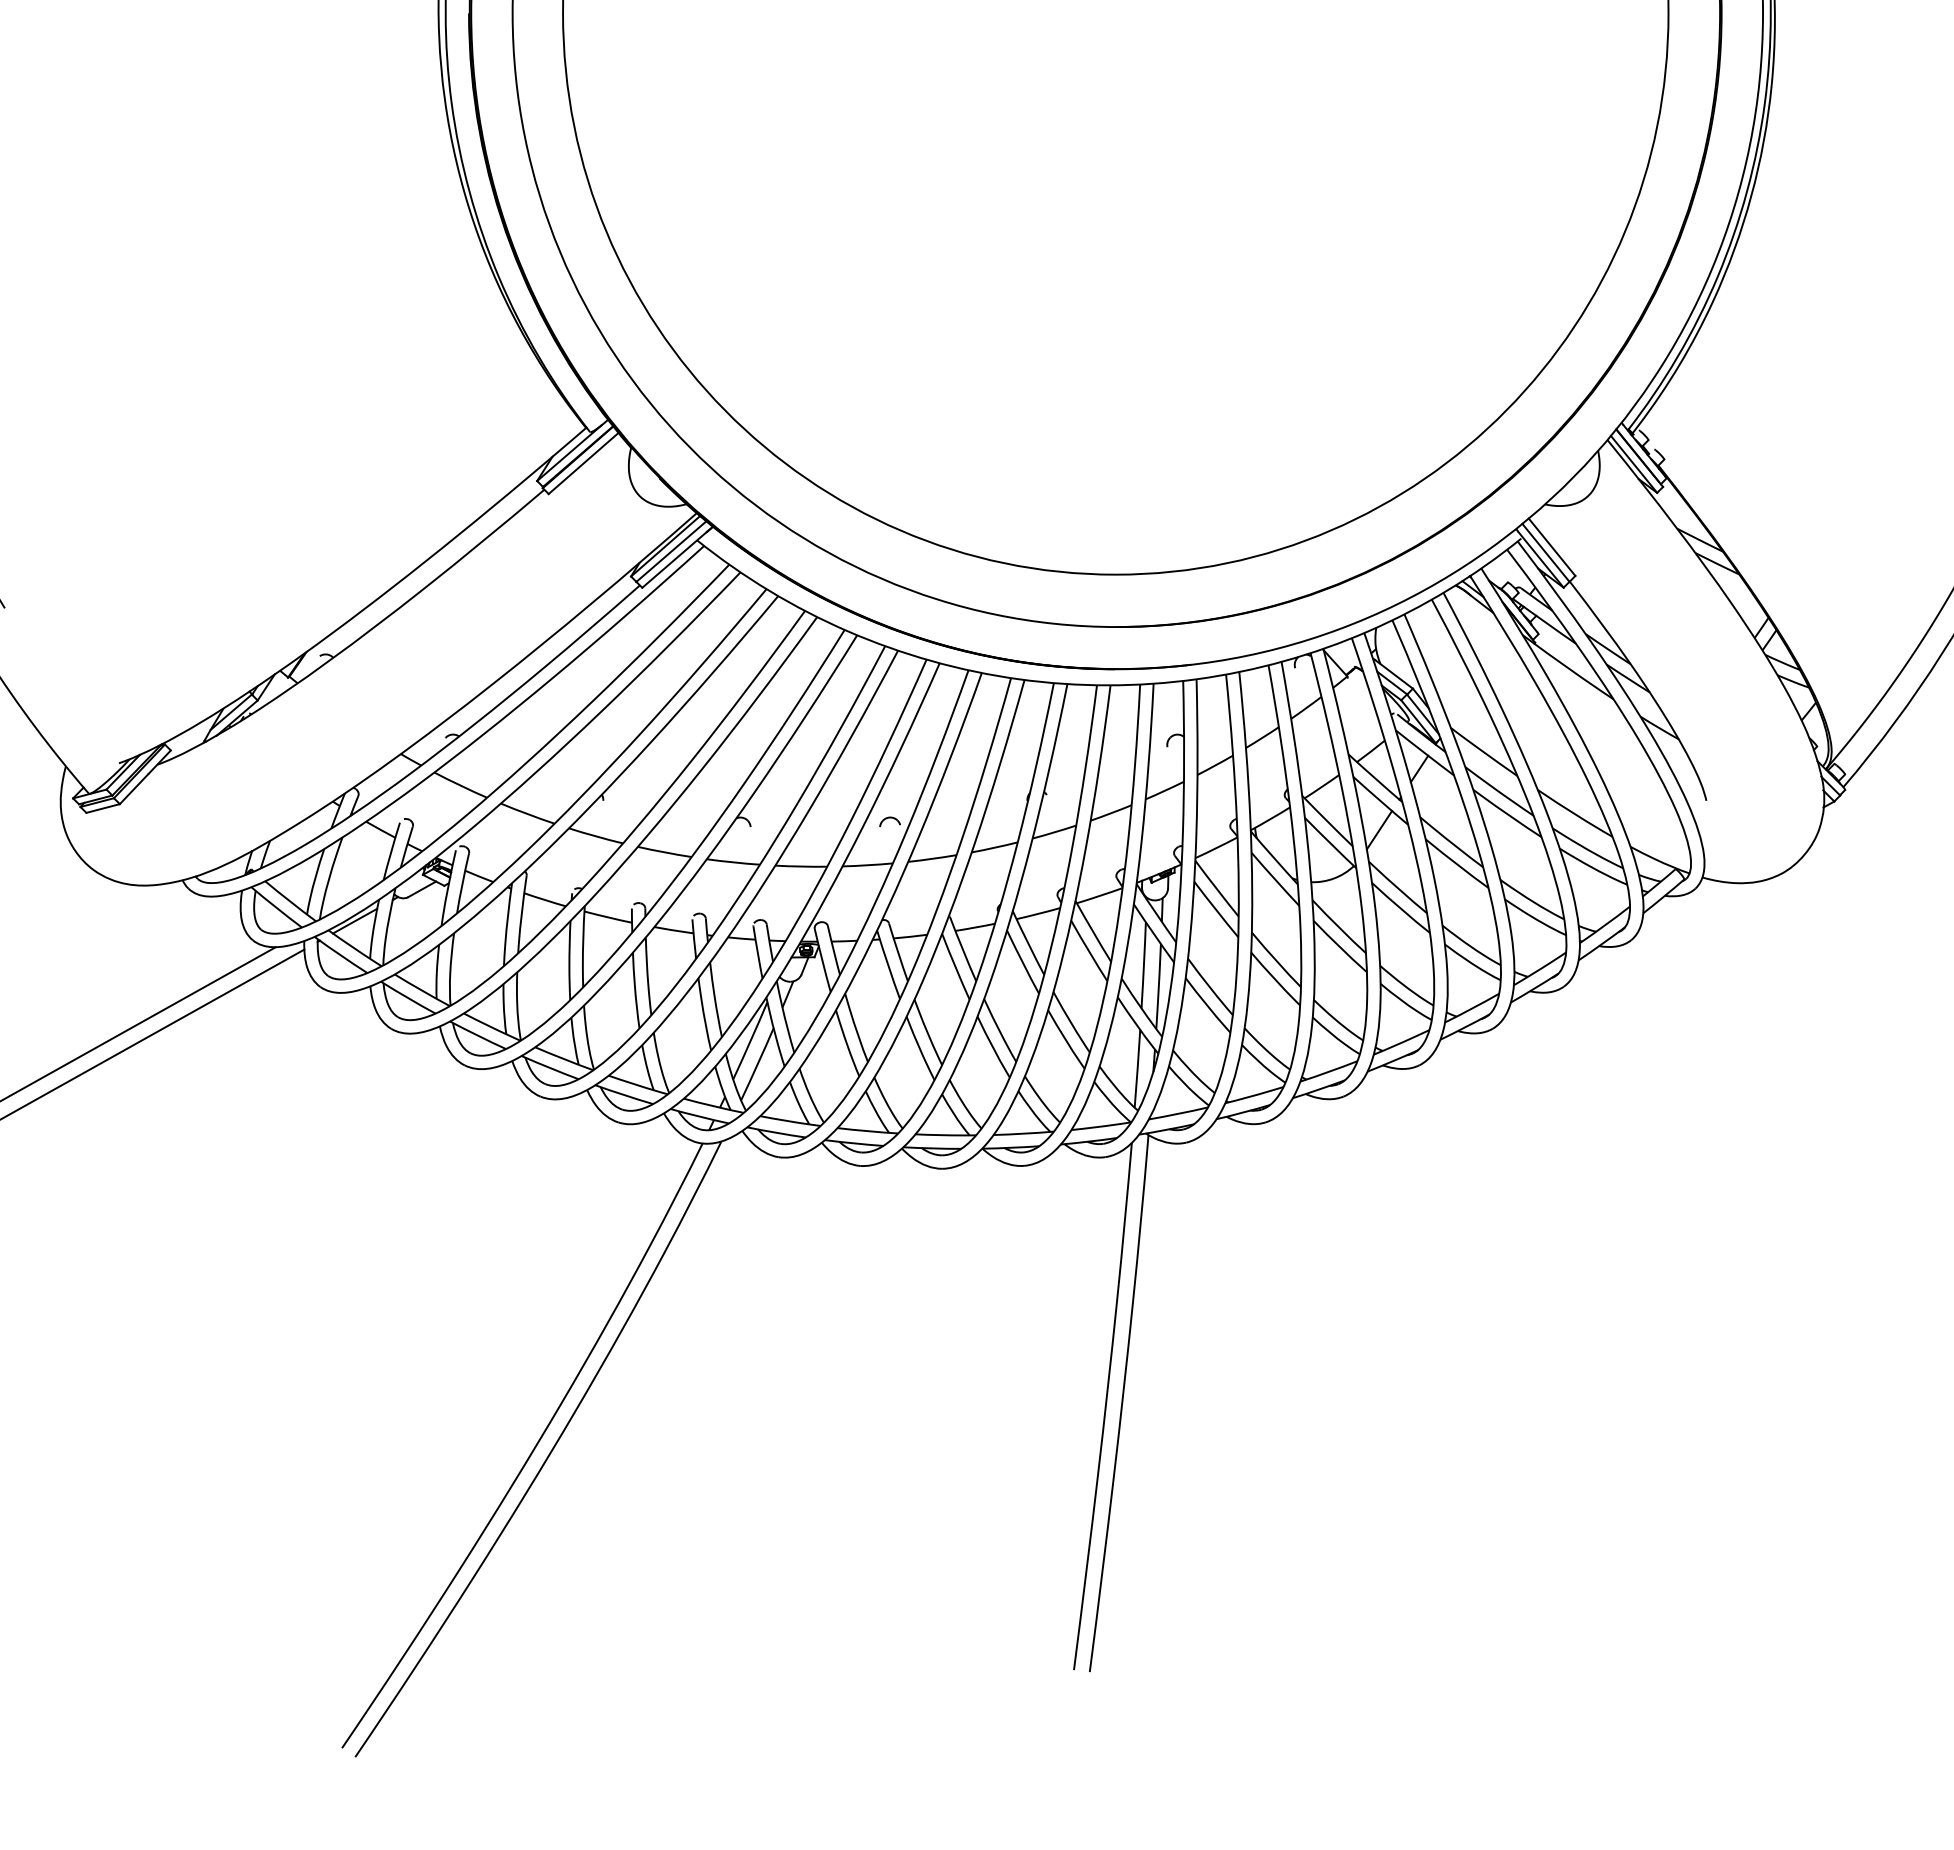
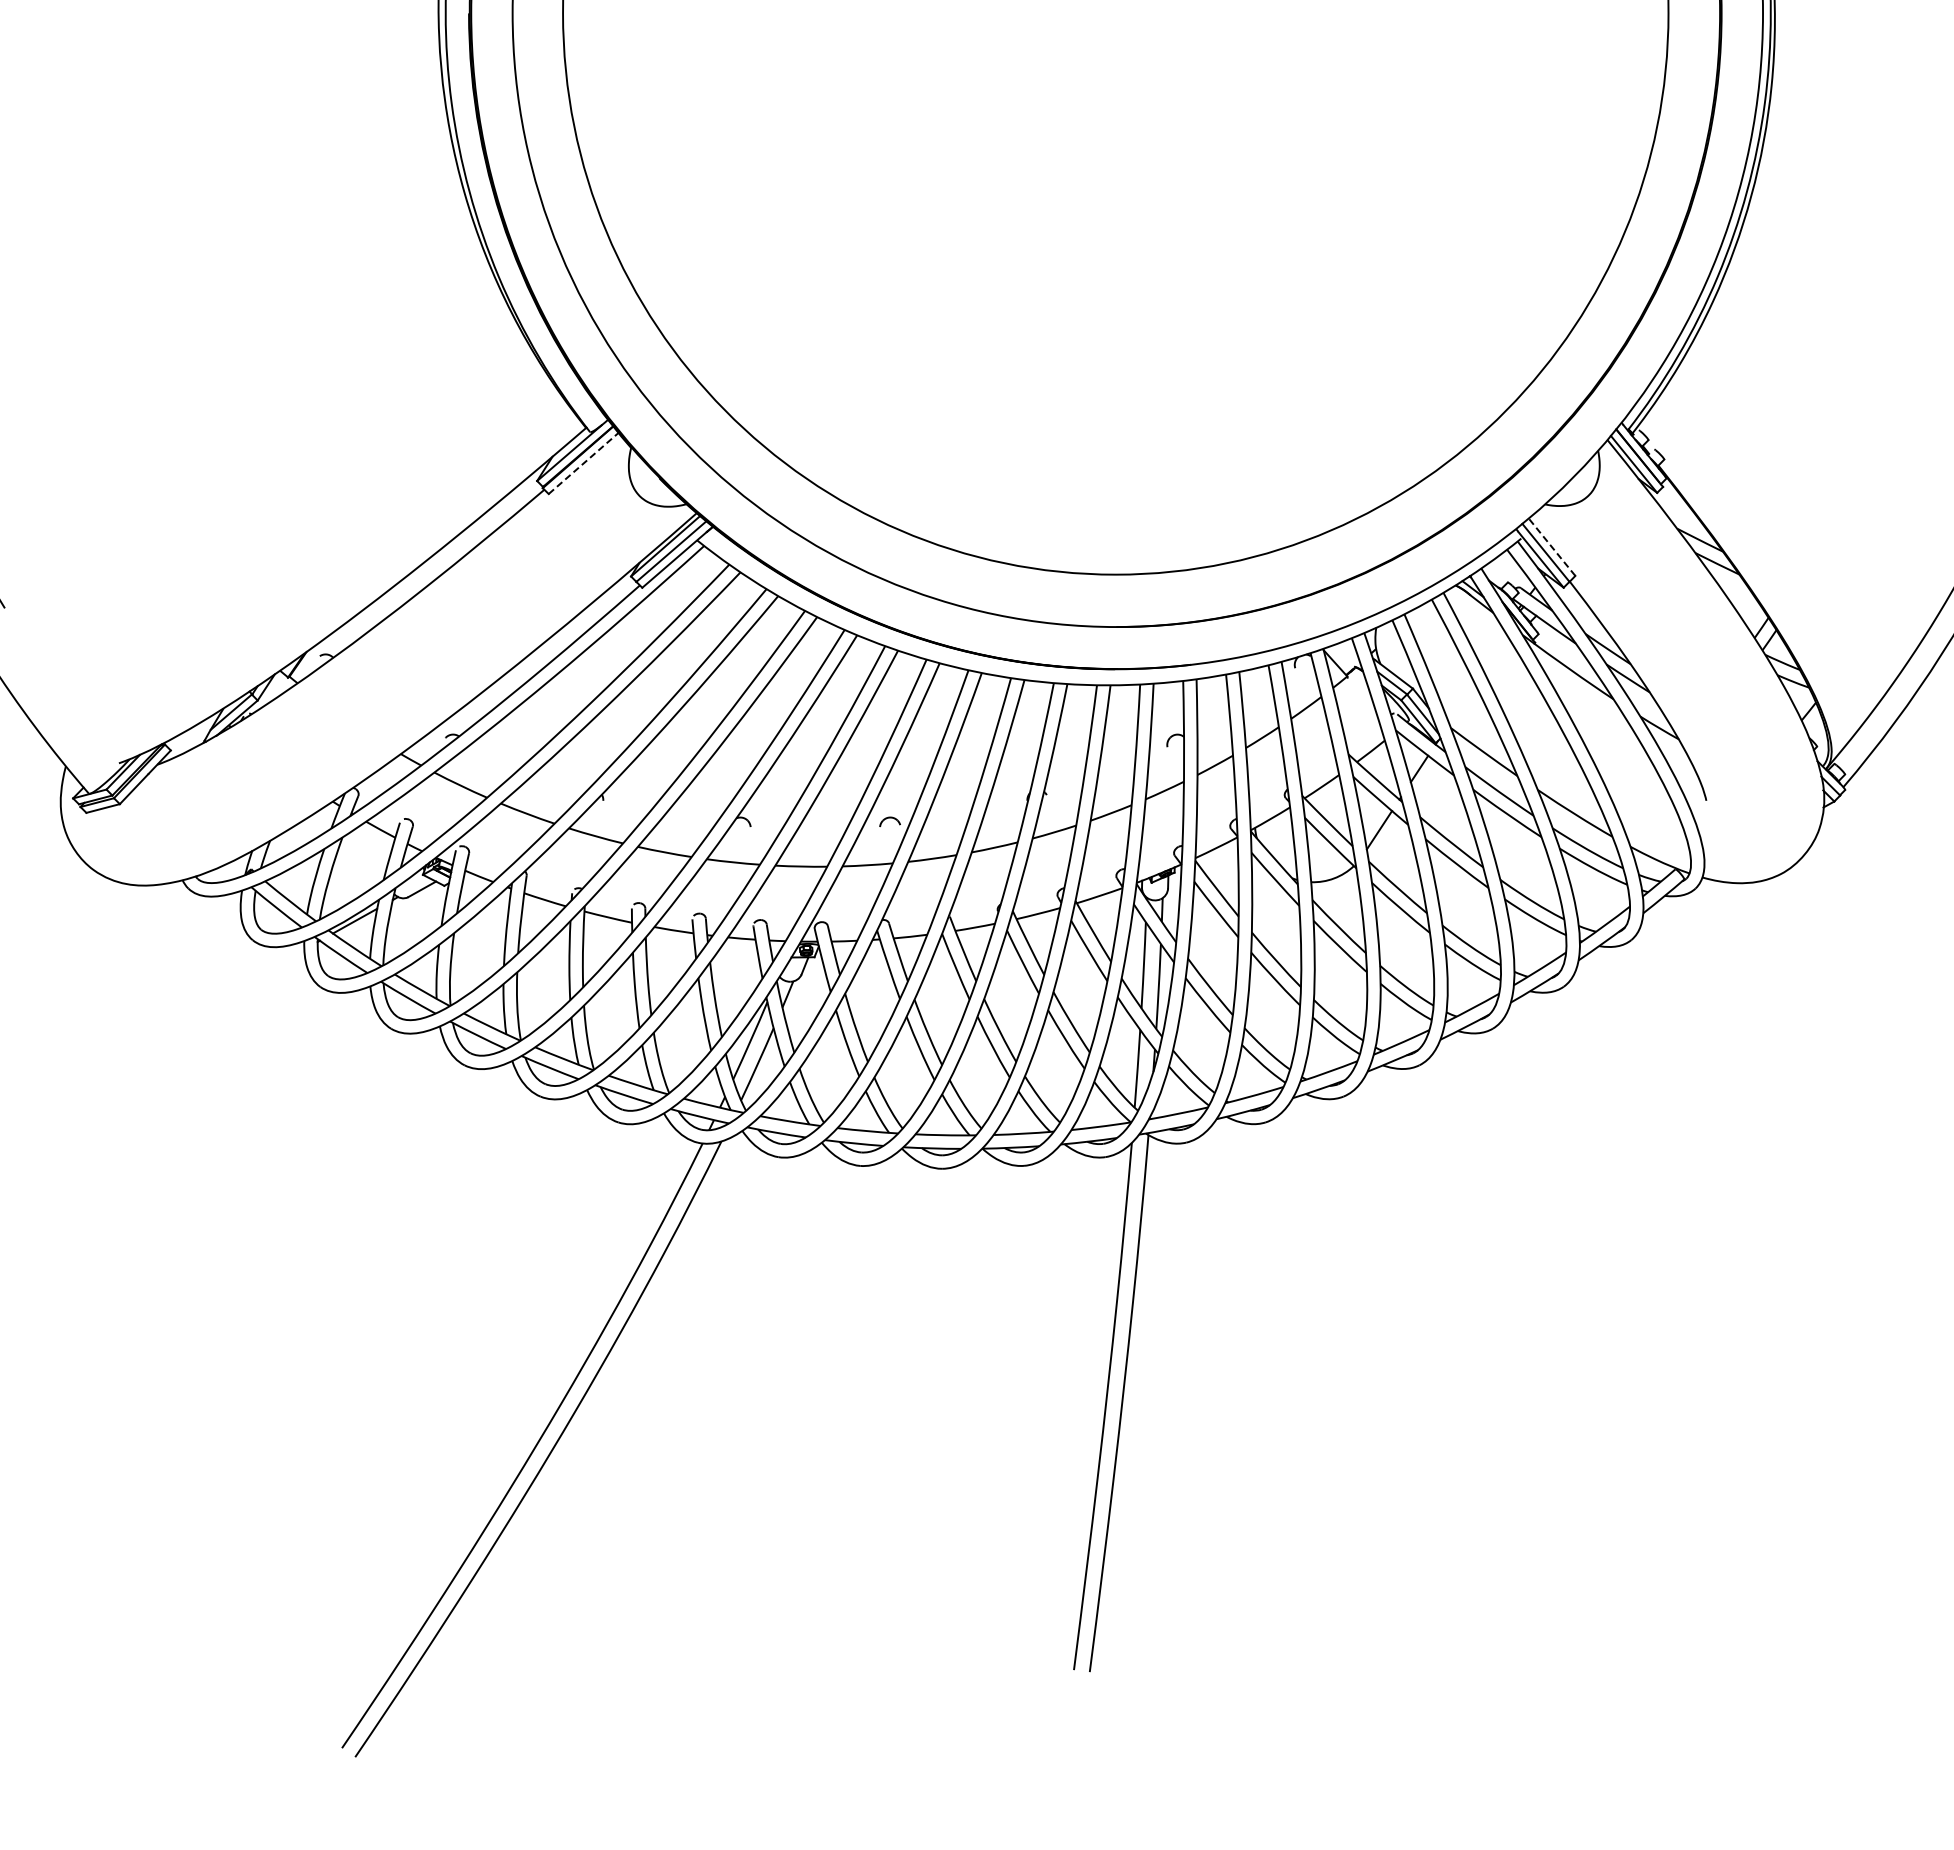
line at (583, 463): solid -> dashed
line at (1552, 547): solid -> dashed
line at (138, 1023): present -> none
line at (153, 1033): present -> none
